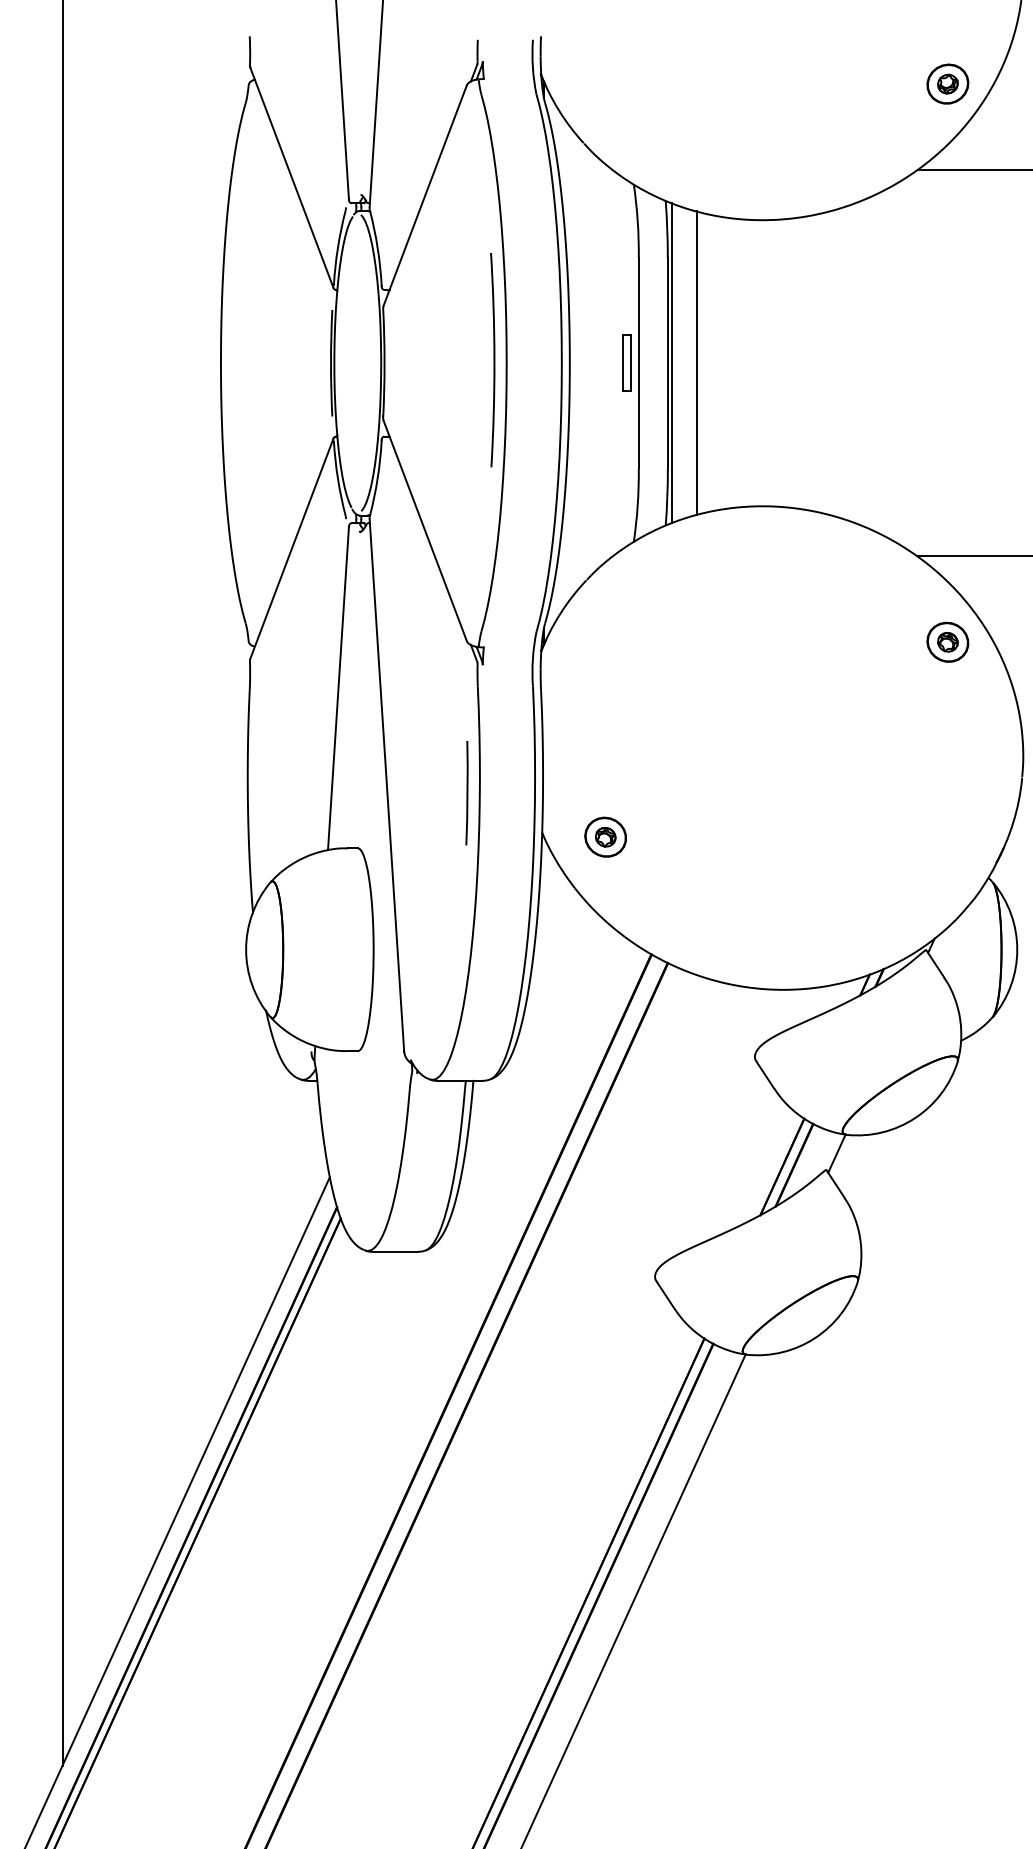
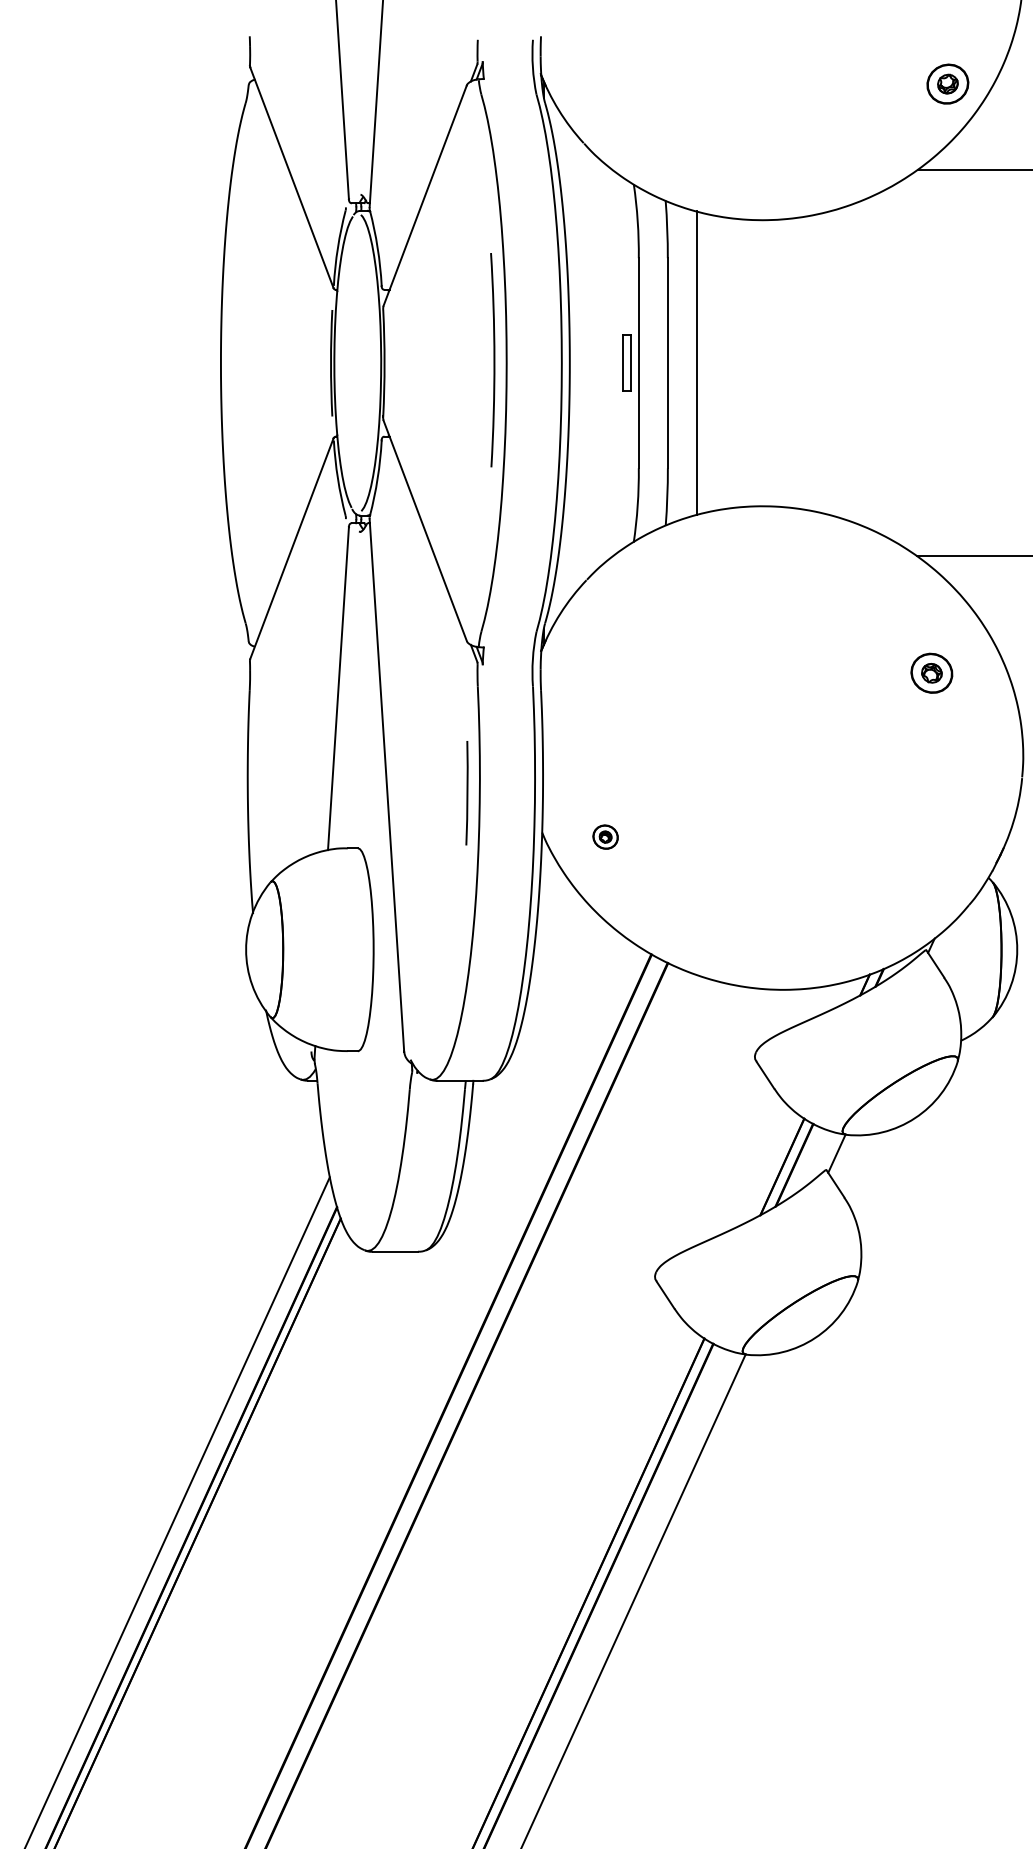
line at (671, 363): present -> none
part at (947, 641) position: (947, 641) -> (931, 672)
part at (605, 836) size: 43x42 px -> 27x26 px
line at (62, 883): present -> none
